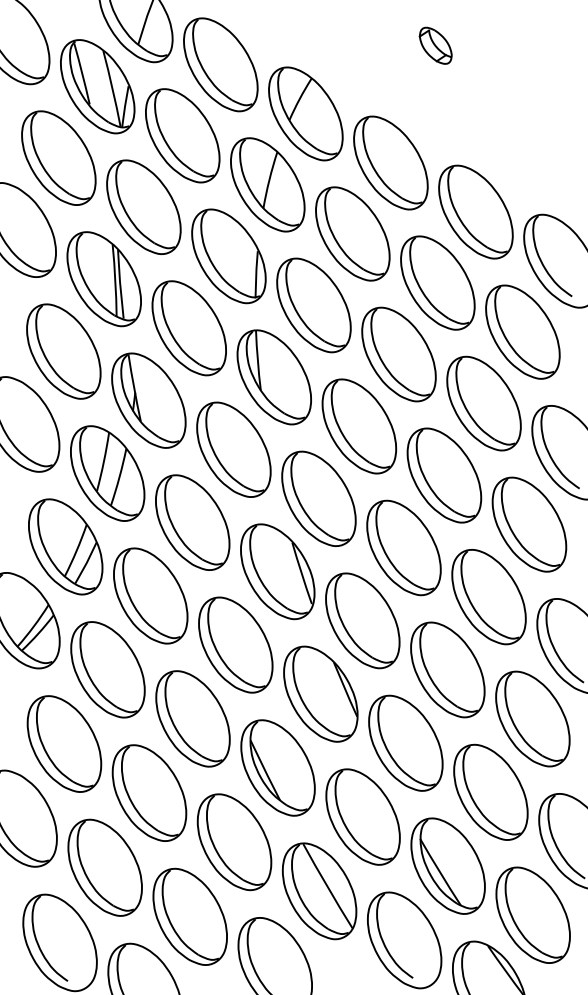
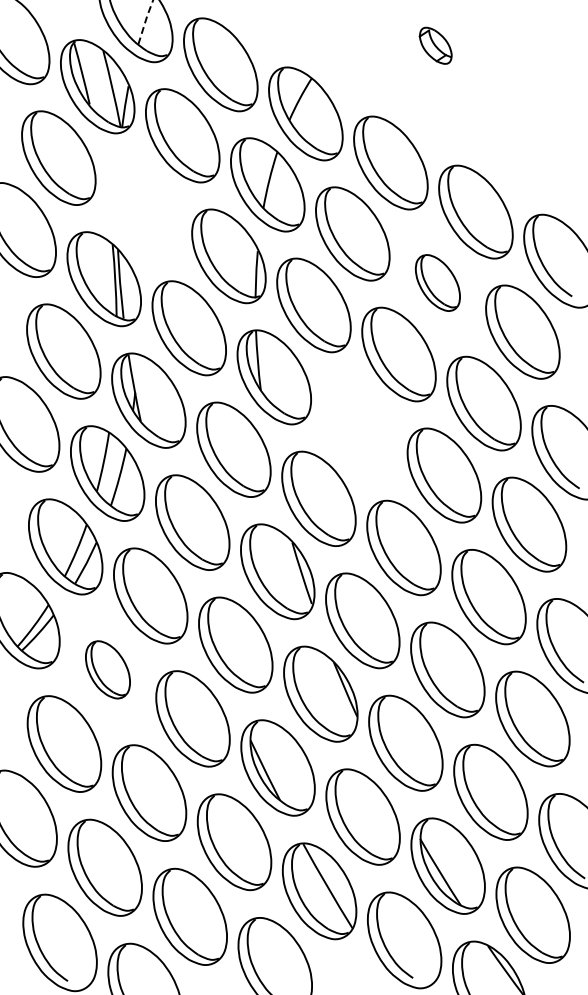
line at (145, 21): solid -> dashed
part at (143, 206): present -> none
part at (437, 282) size: 76x96 px -> 47x58 px
part at (359, 426): present -> none
part at (107, 669) size: 76x98 px -> 46x60 px
